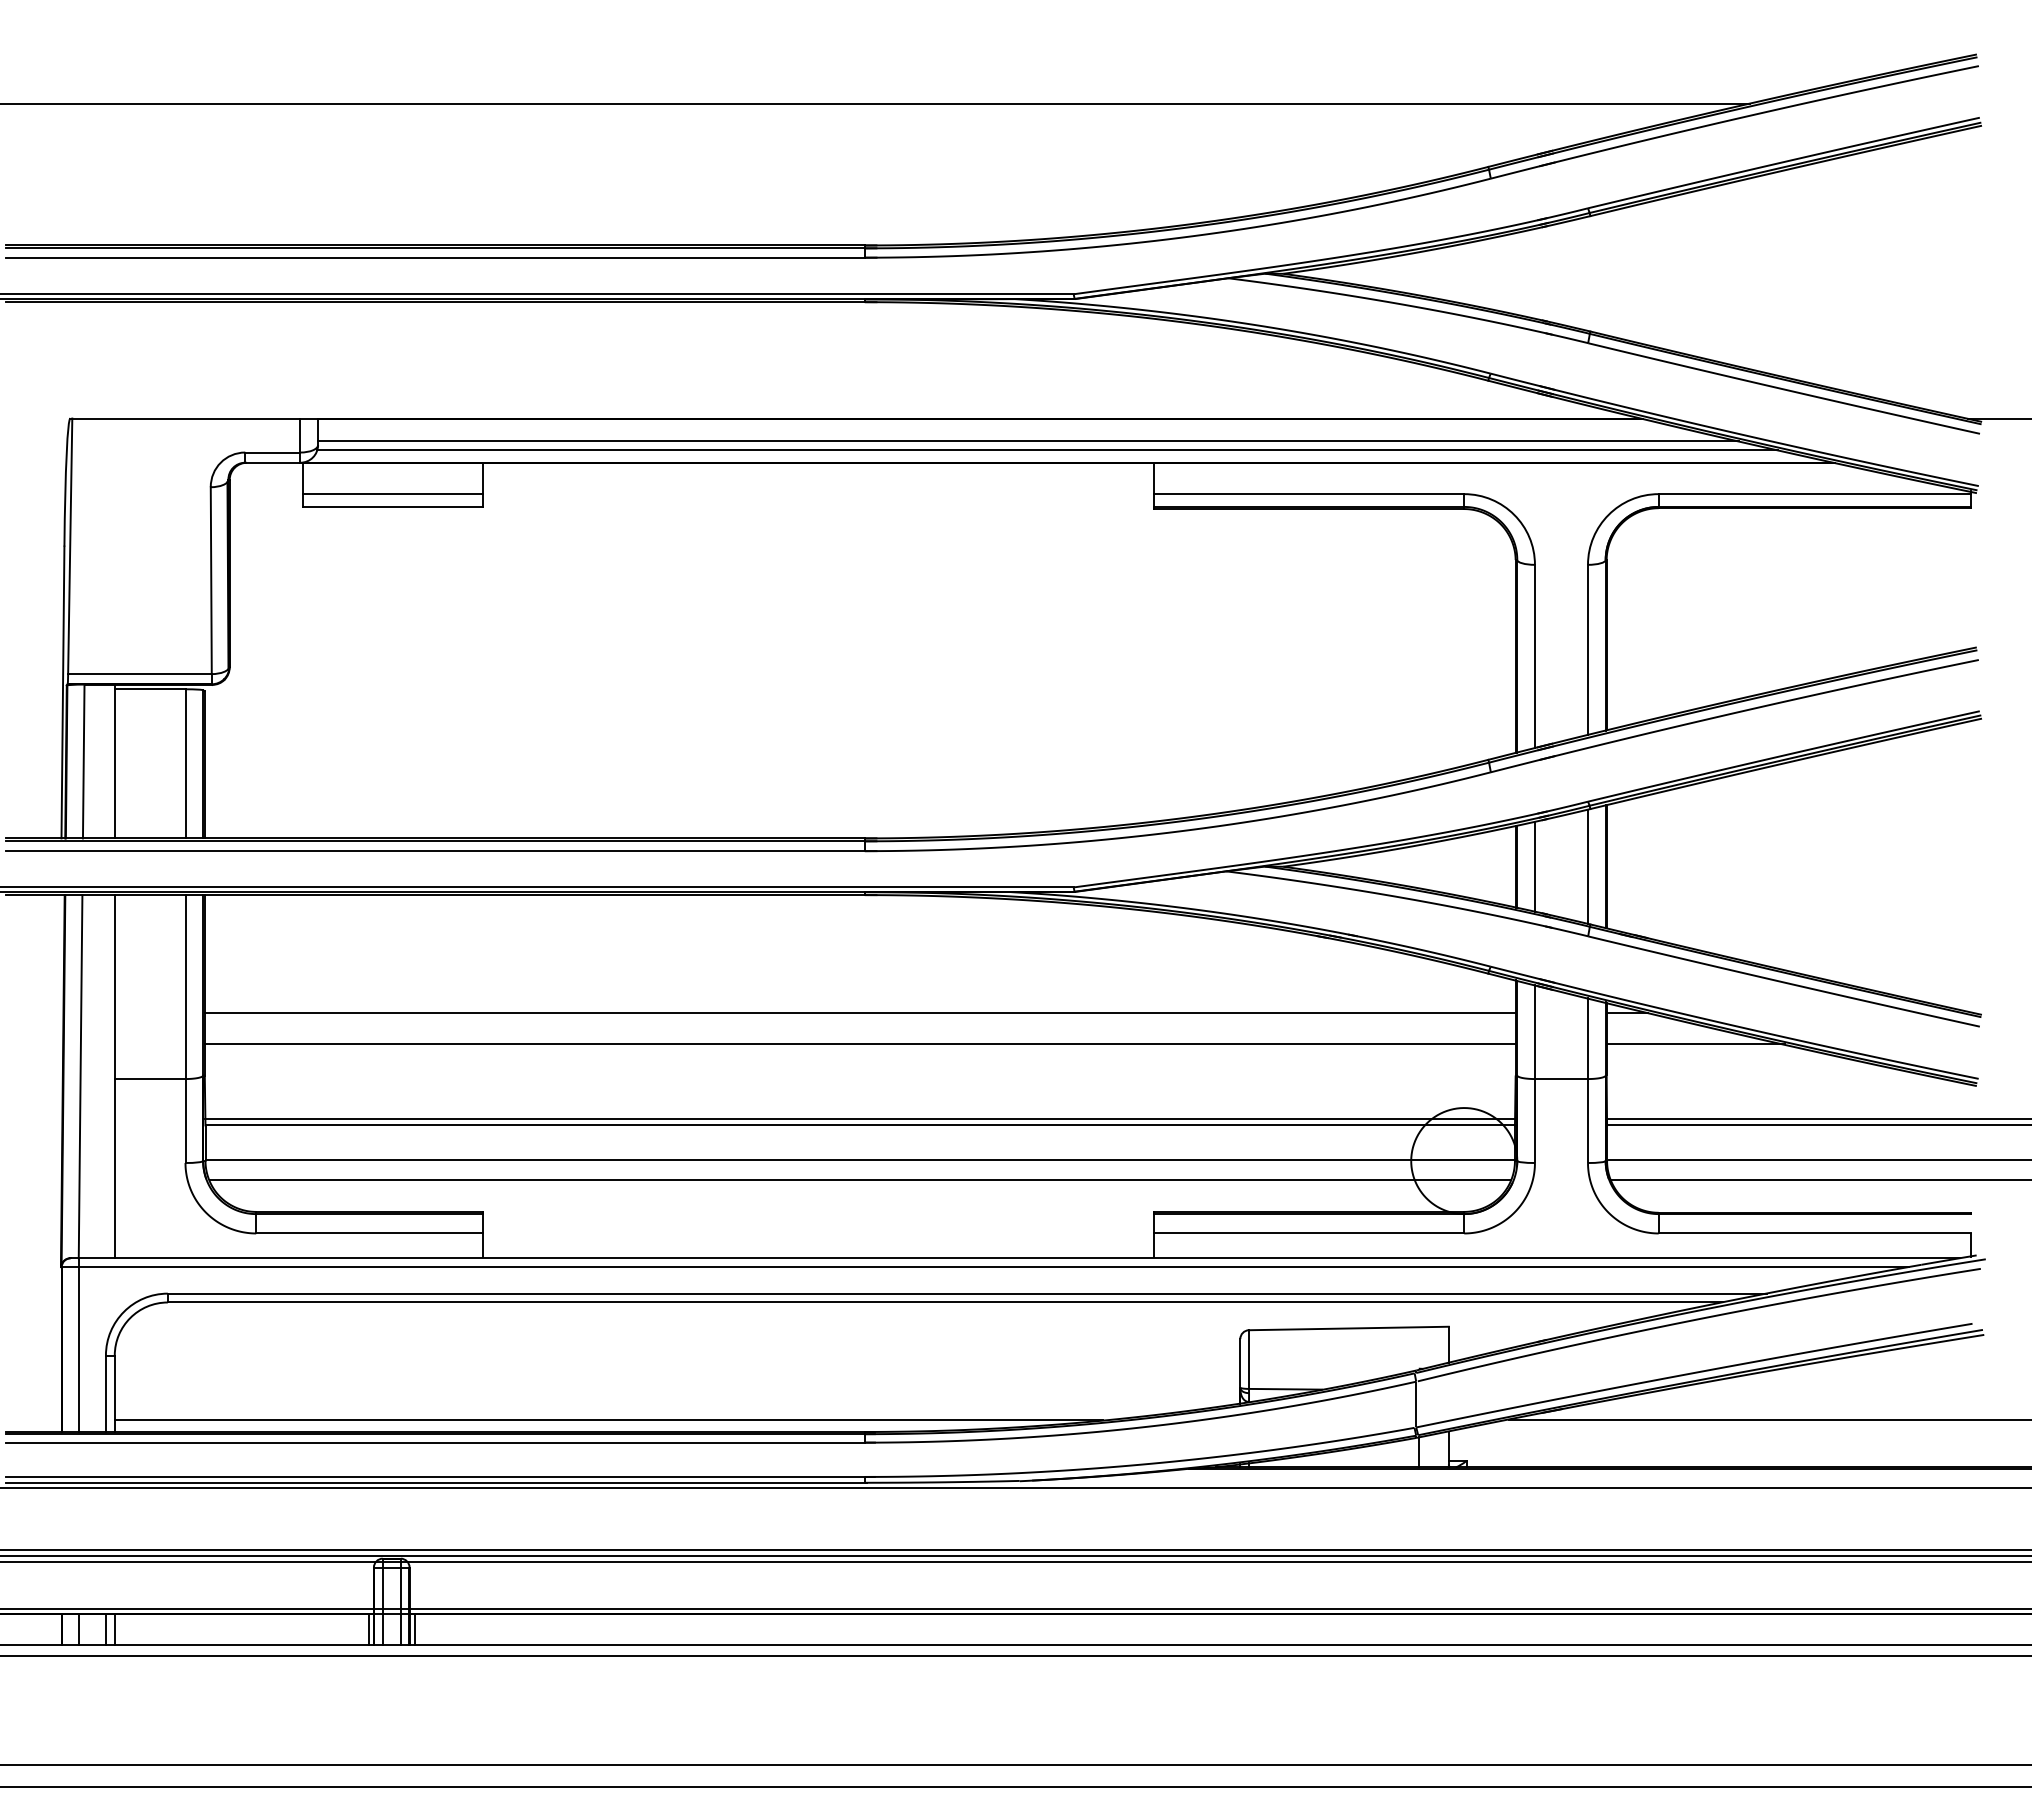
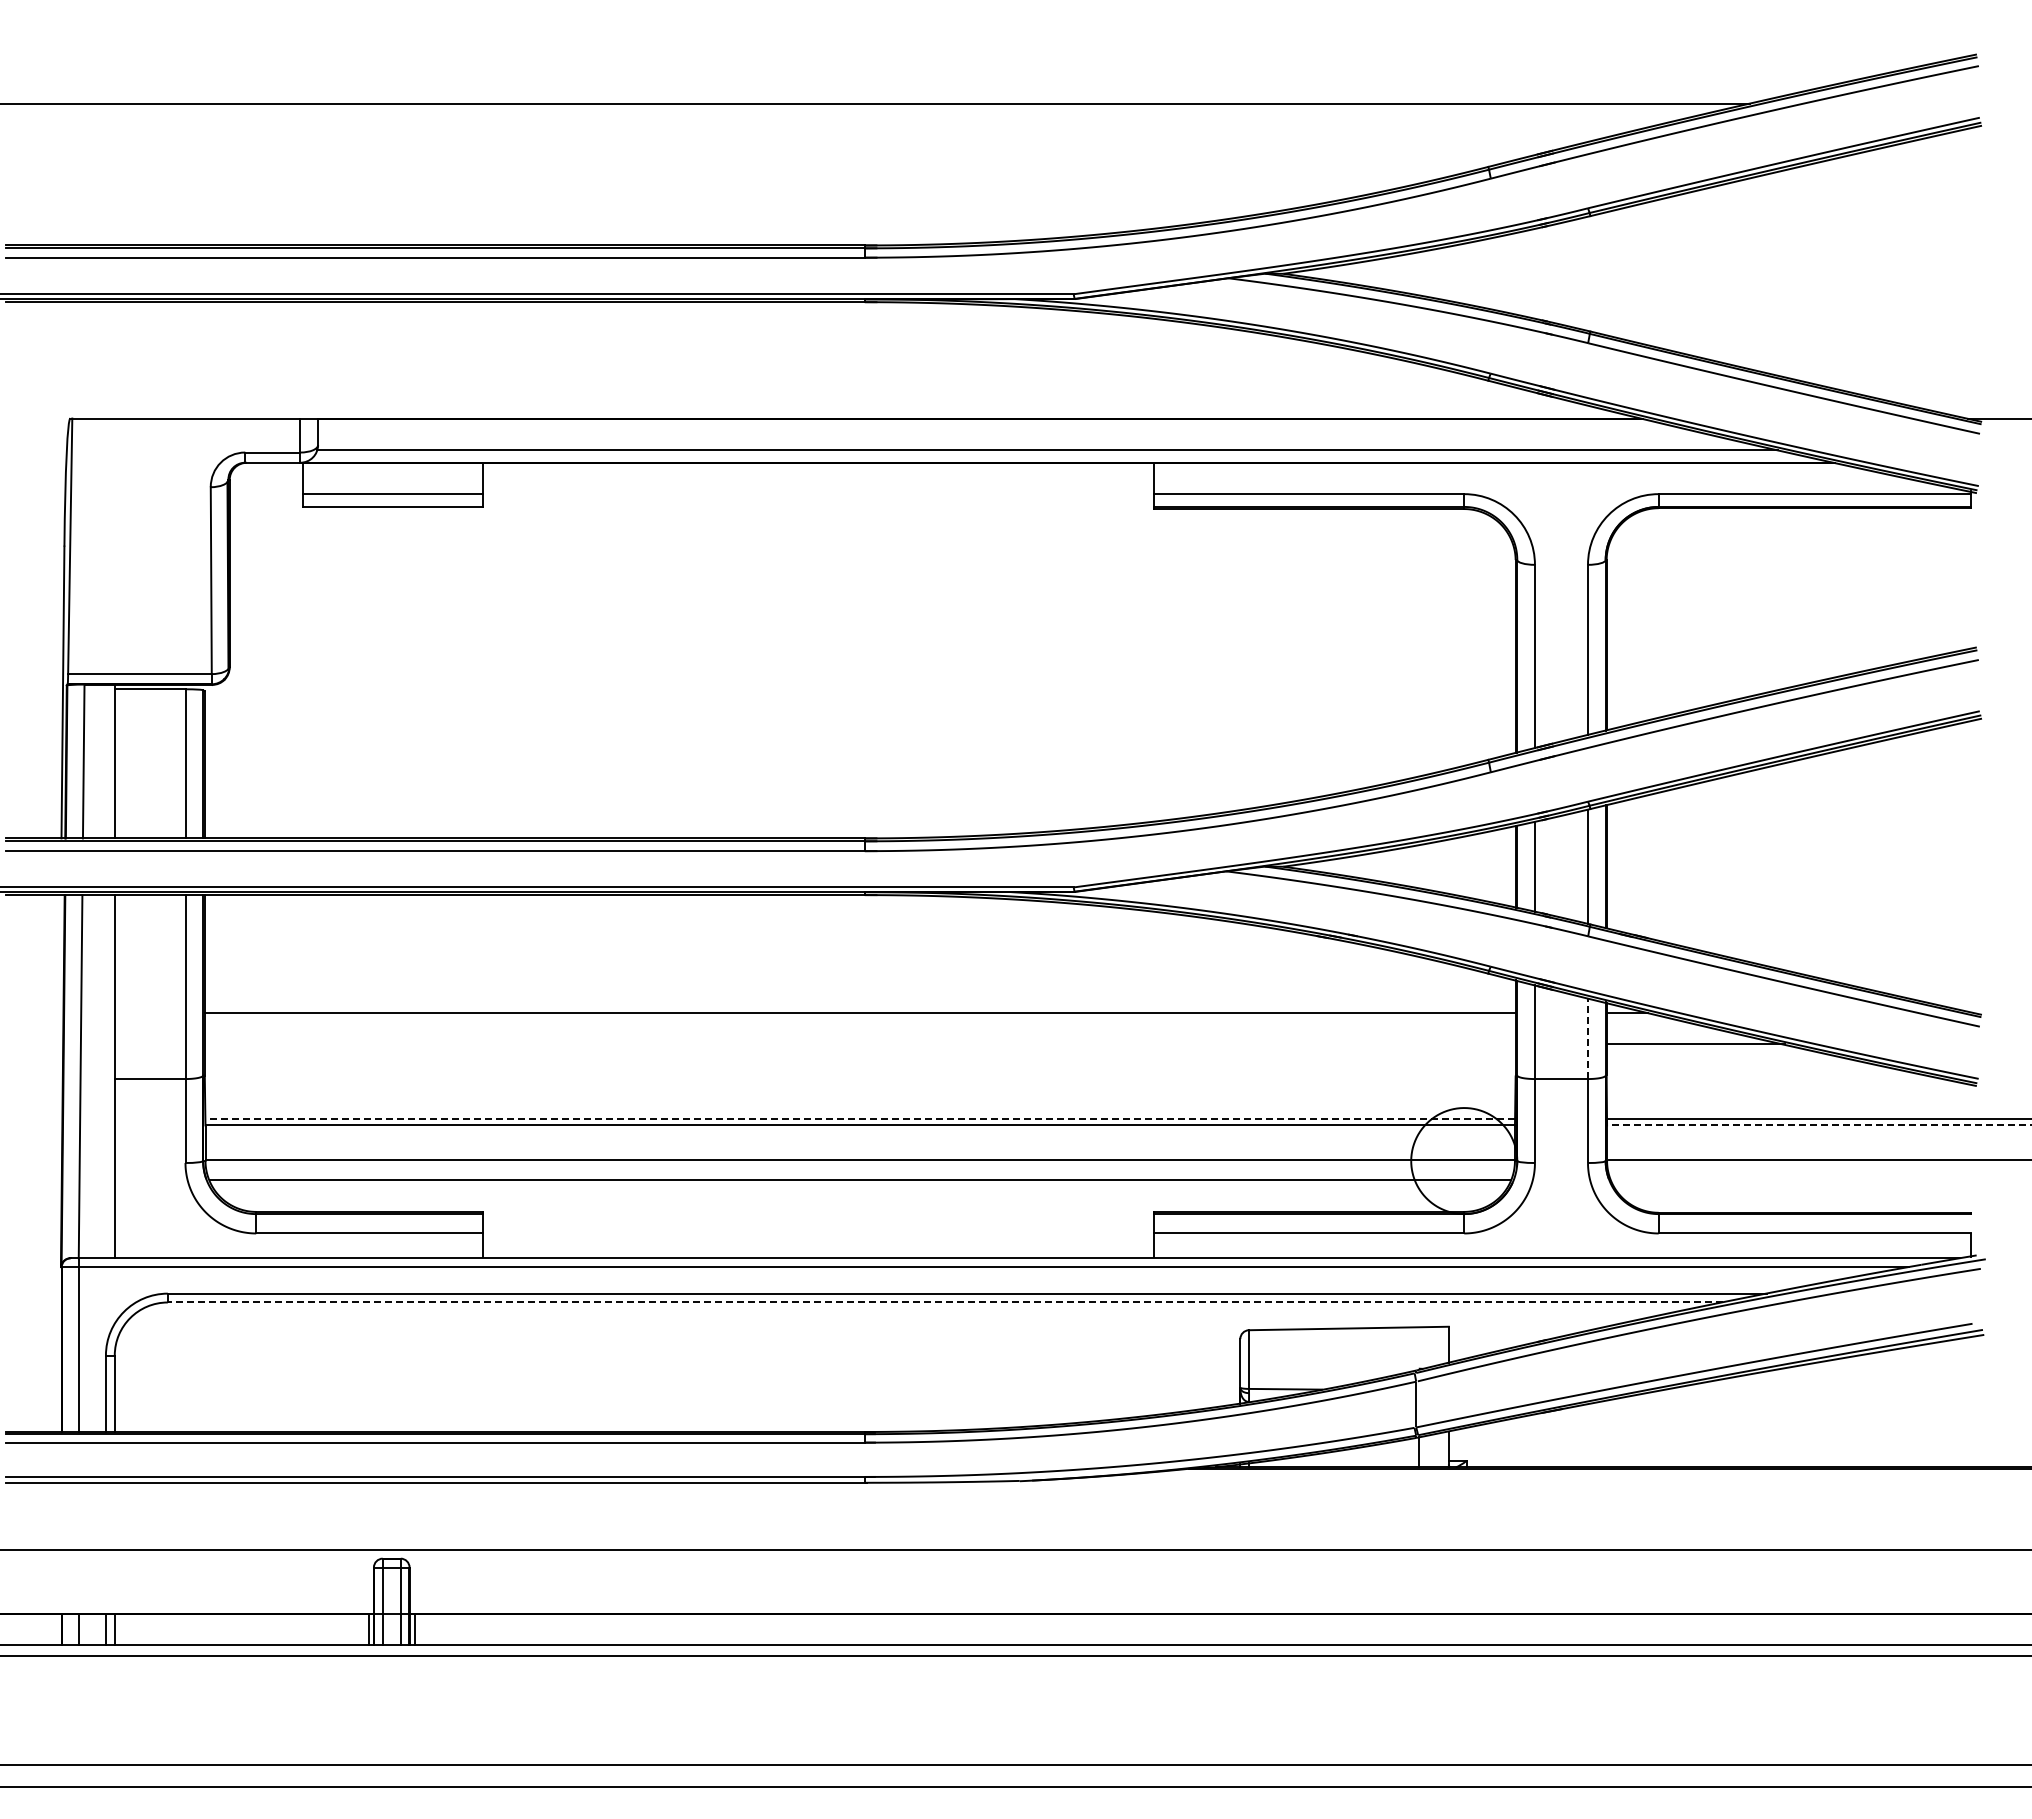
line at (1028, 441): present -> none
line at (1587, 1038): solid -> dashed
line at (859, 1044): present -> none
line at (860, 1119): solid -> dashed
line at (1818, 1125): solid -> dashed
line at (1819, 1180): present -> none
line at (945, 1302): solid -> dashed
line at (608, 1420): present -> none
line at (1768, 1420): present -> none
line at (1015, 1488): present -> none
line at (1015, 1555): present -> none
line at (1015, 1561): present -> none
line at (1015, 1608): present -> none
